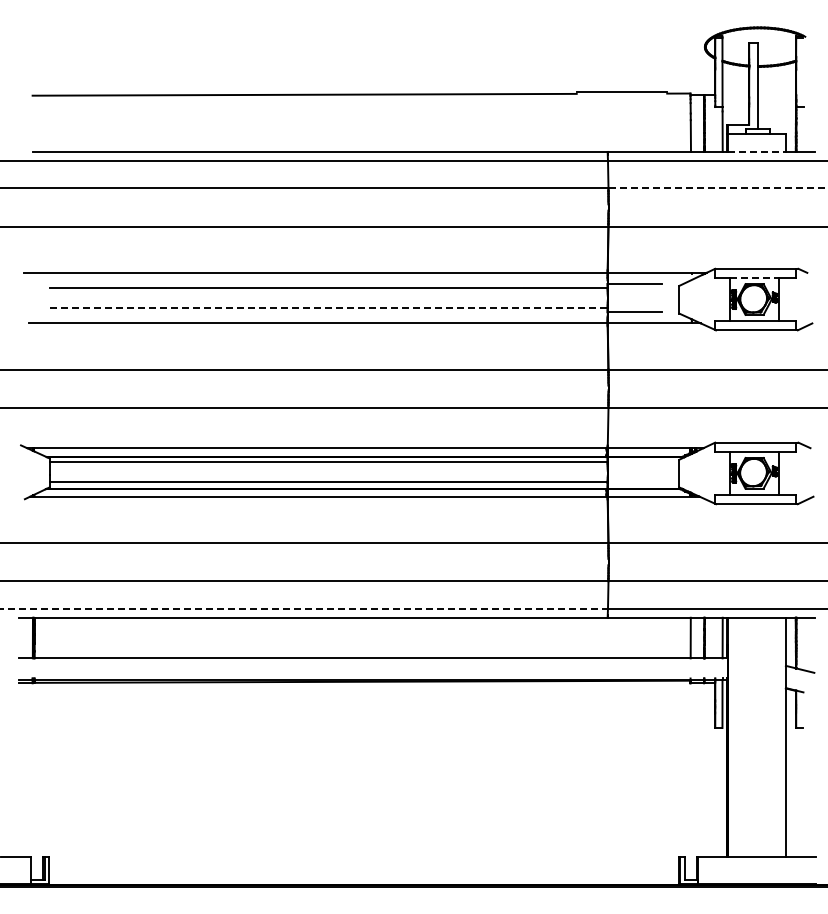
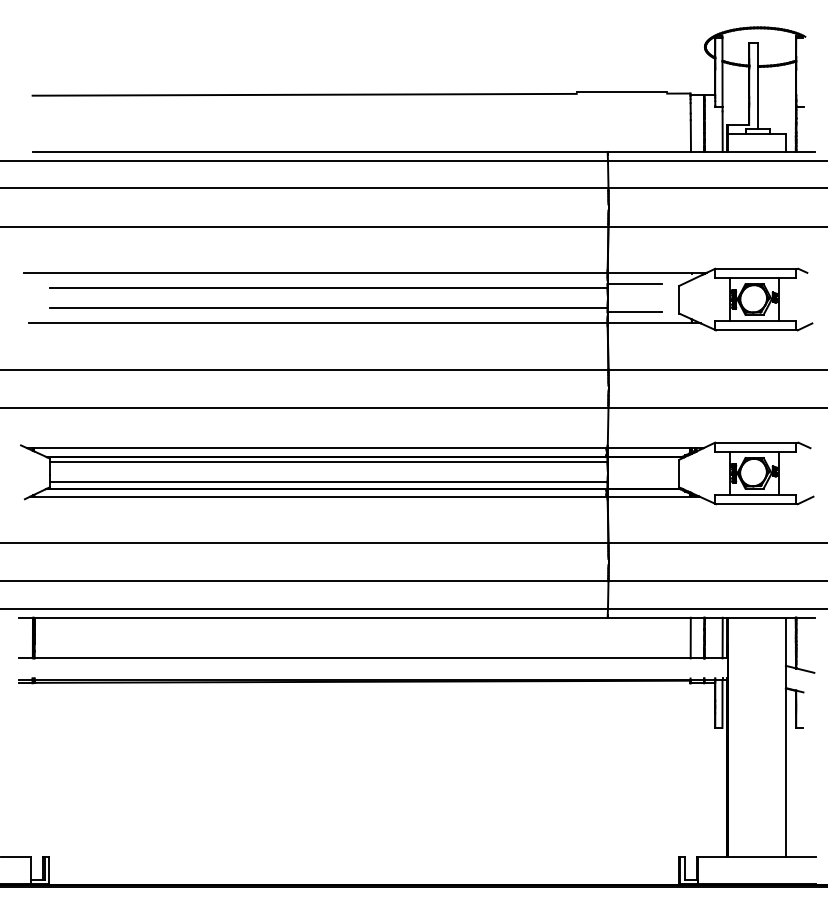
line at (756, 151): dashed -> solid
line at (718, 188): dashed -> solid
line at (755, 277): dashed -> solid
line at (328, 307): dashed -> solid
line at (304, 608): dashed -> solid
